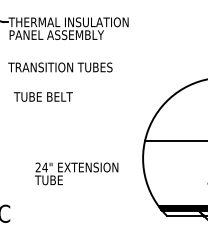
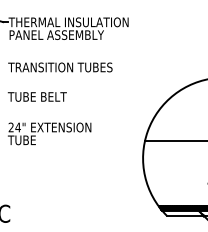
text at (42, 96) position: (42, 96) -> (36, 96)
text at (76, 173) position: (76, 173) -> (49, 133)
